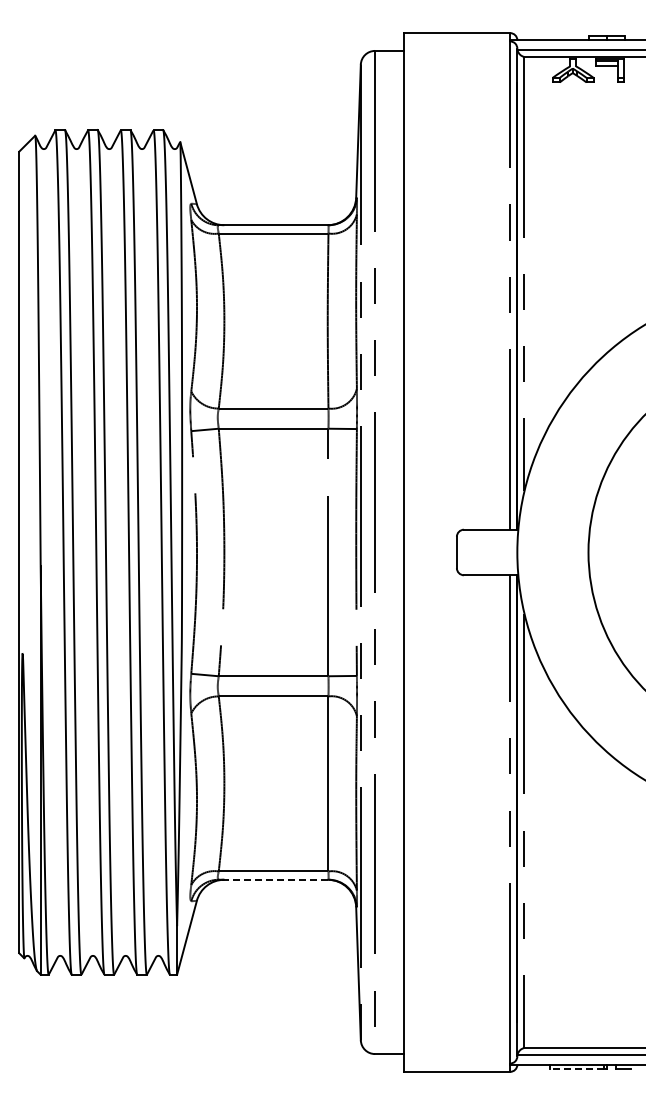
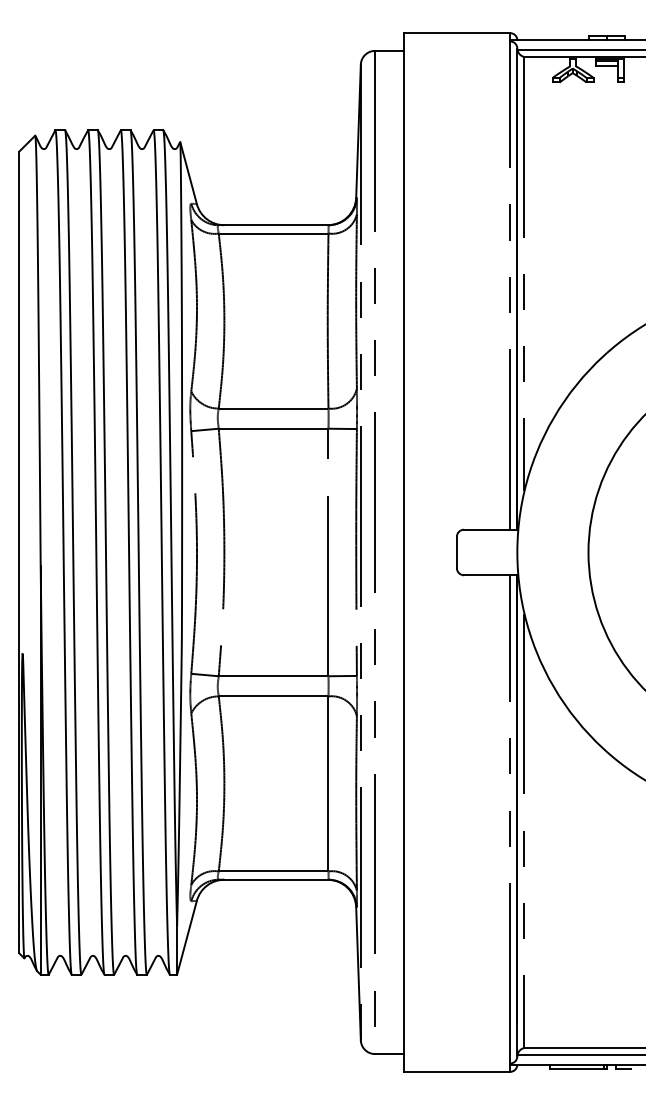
line at (273, 879): dashed -> solid
line at (576, 1069): dashed -> solid
